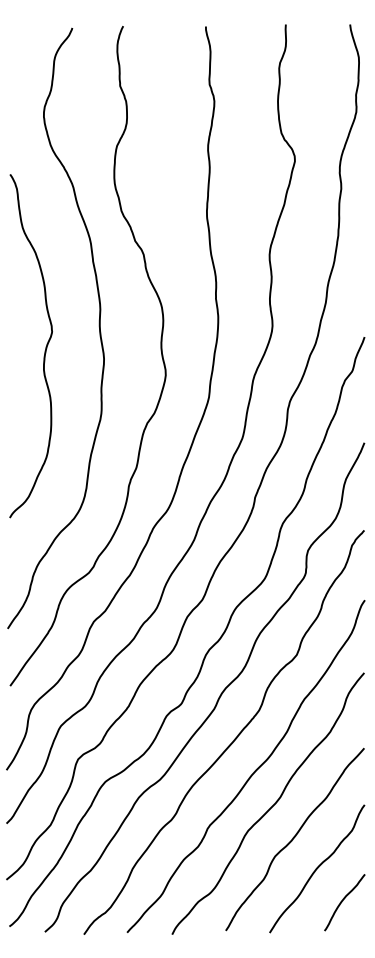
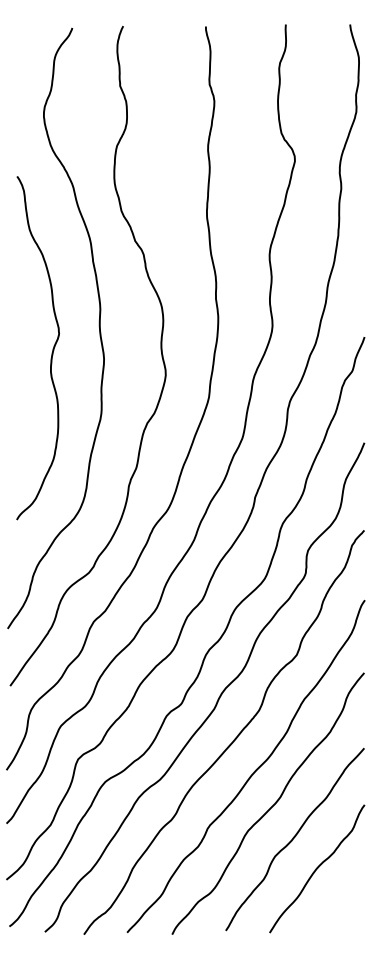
curve at (44, 350) position: (44, 350) -> (51, 352)
curve at (342, 902): present -> none
